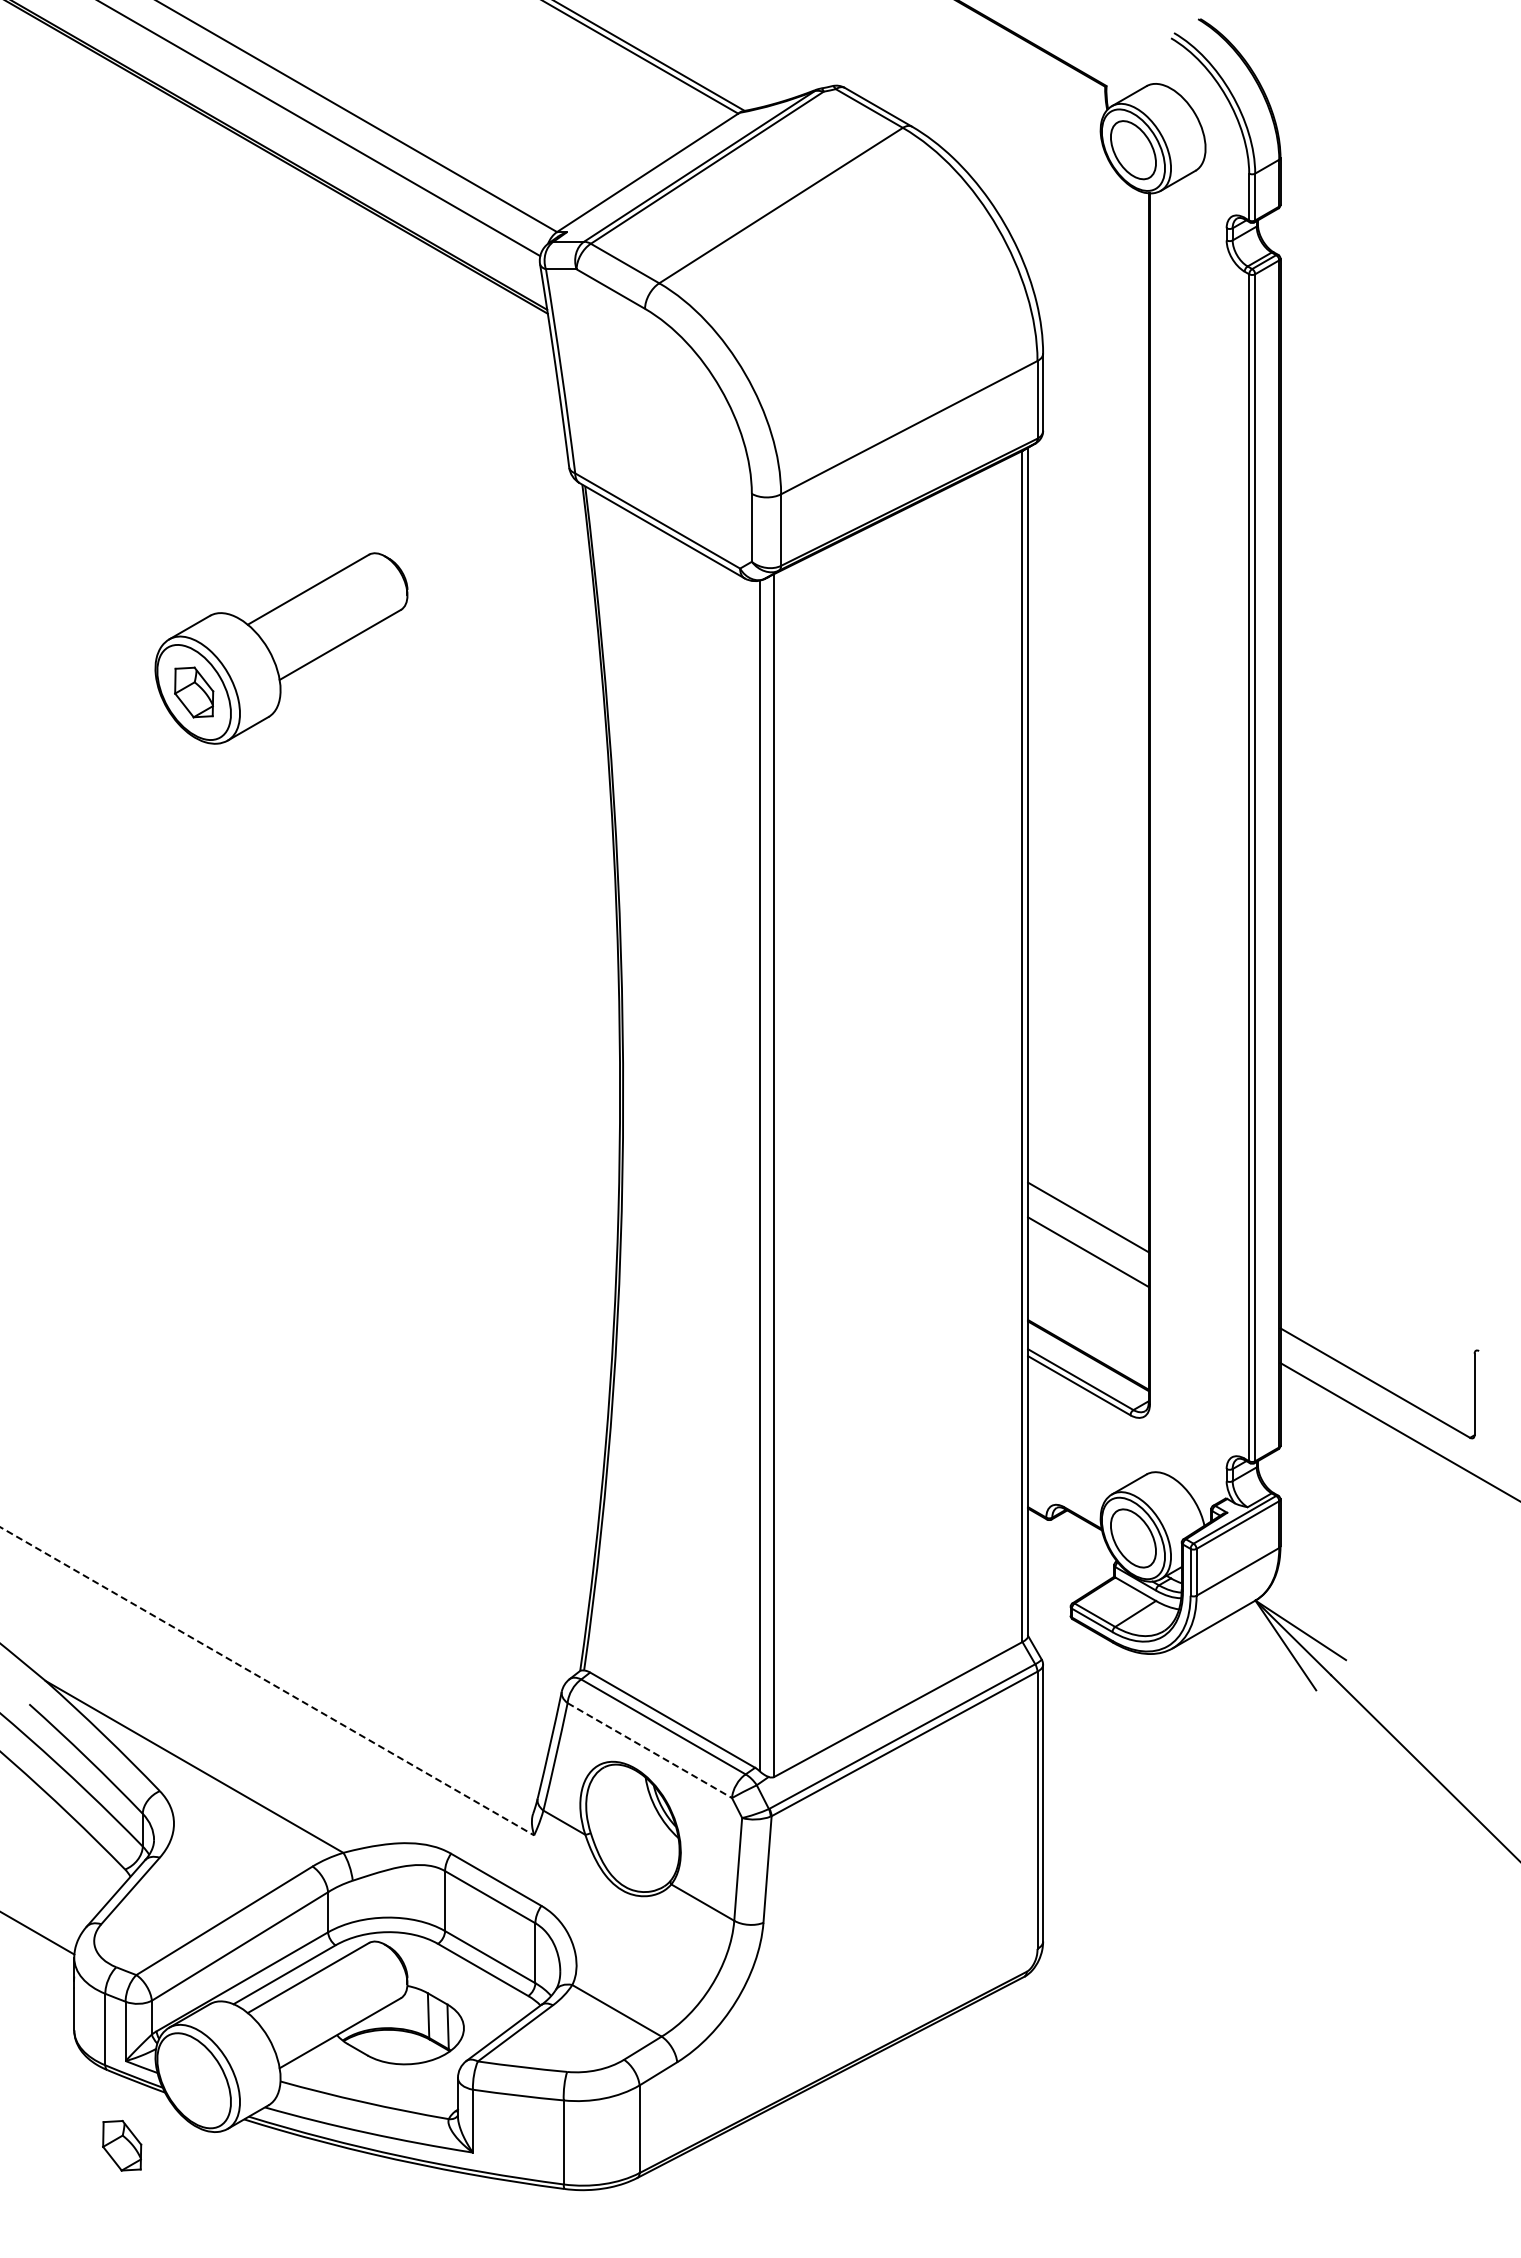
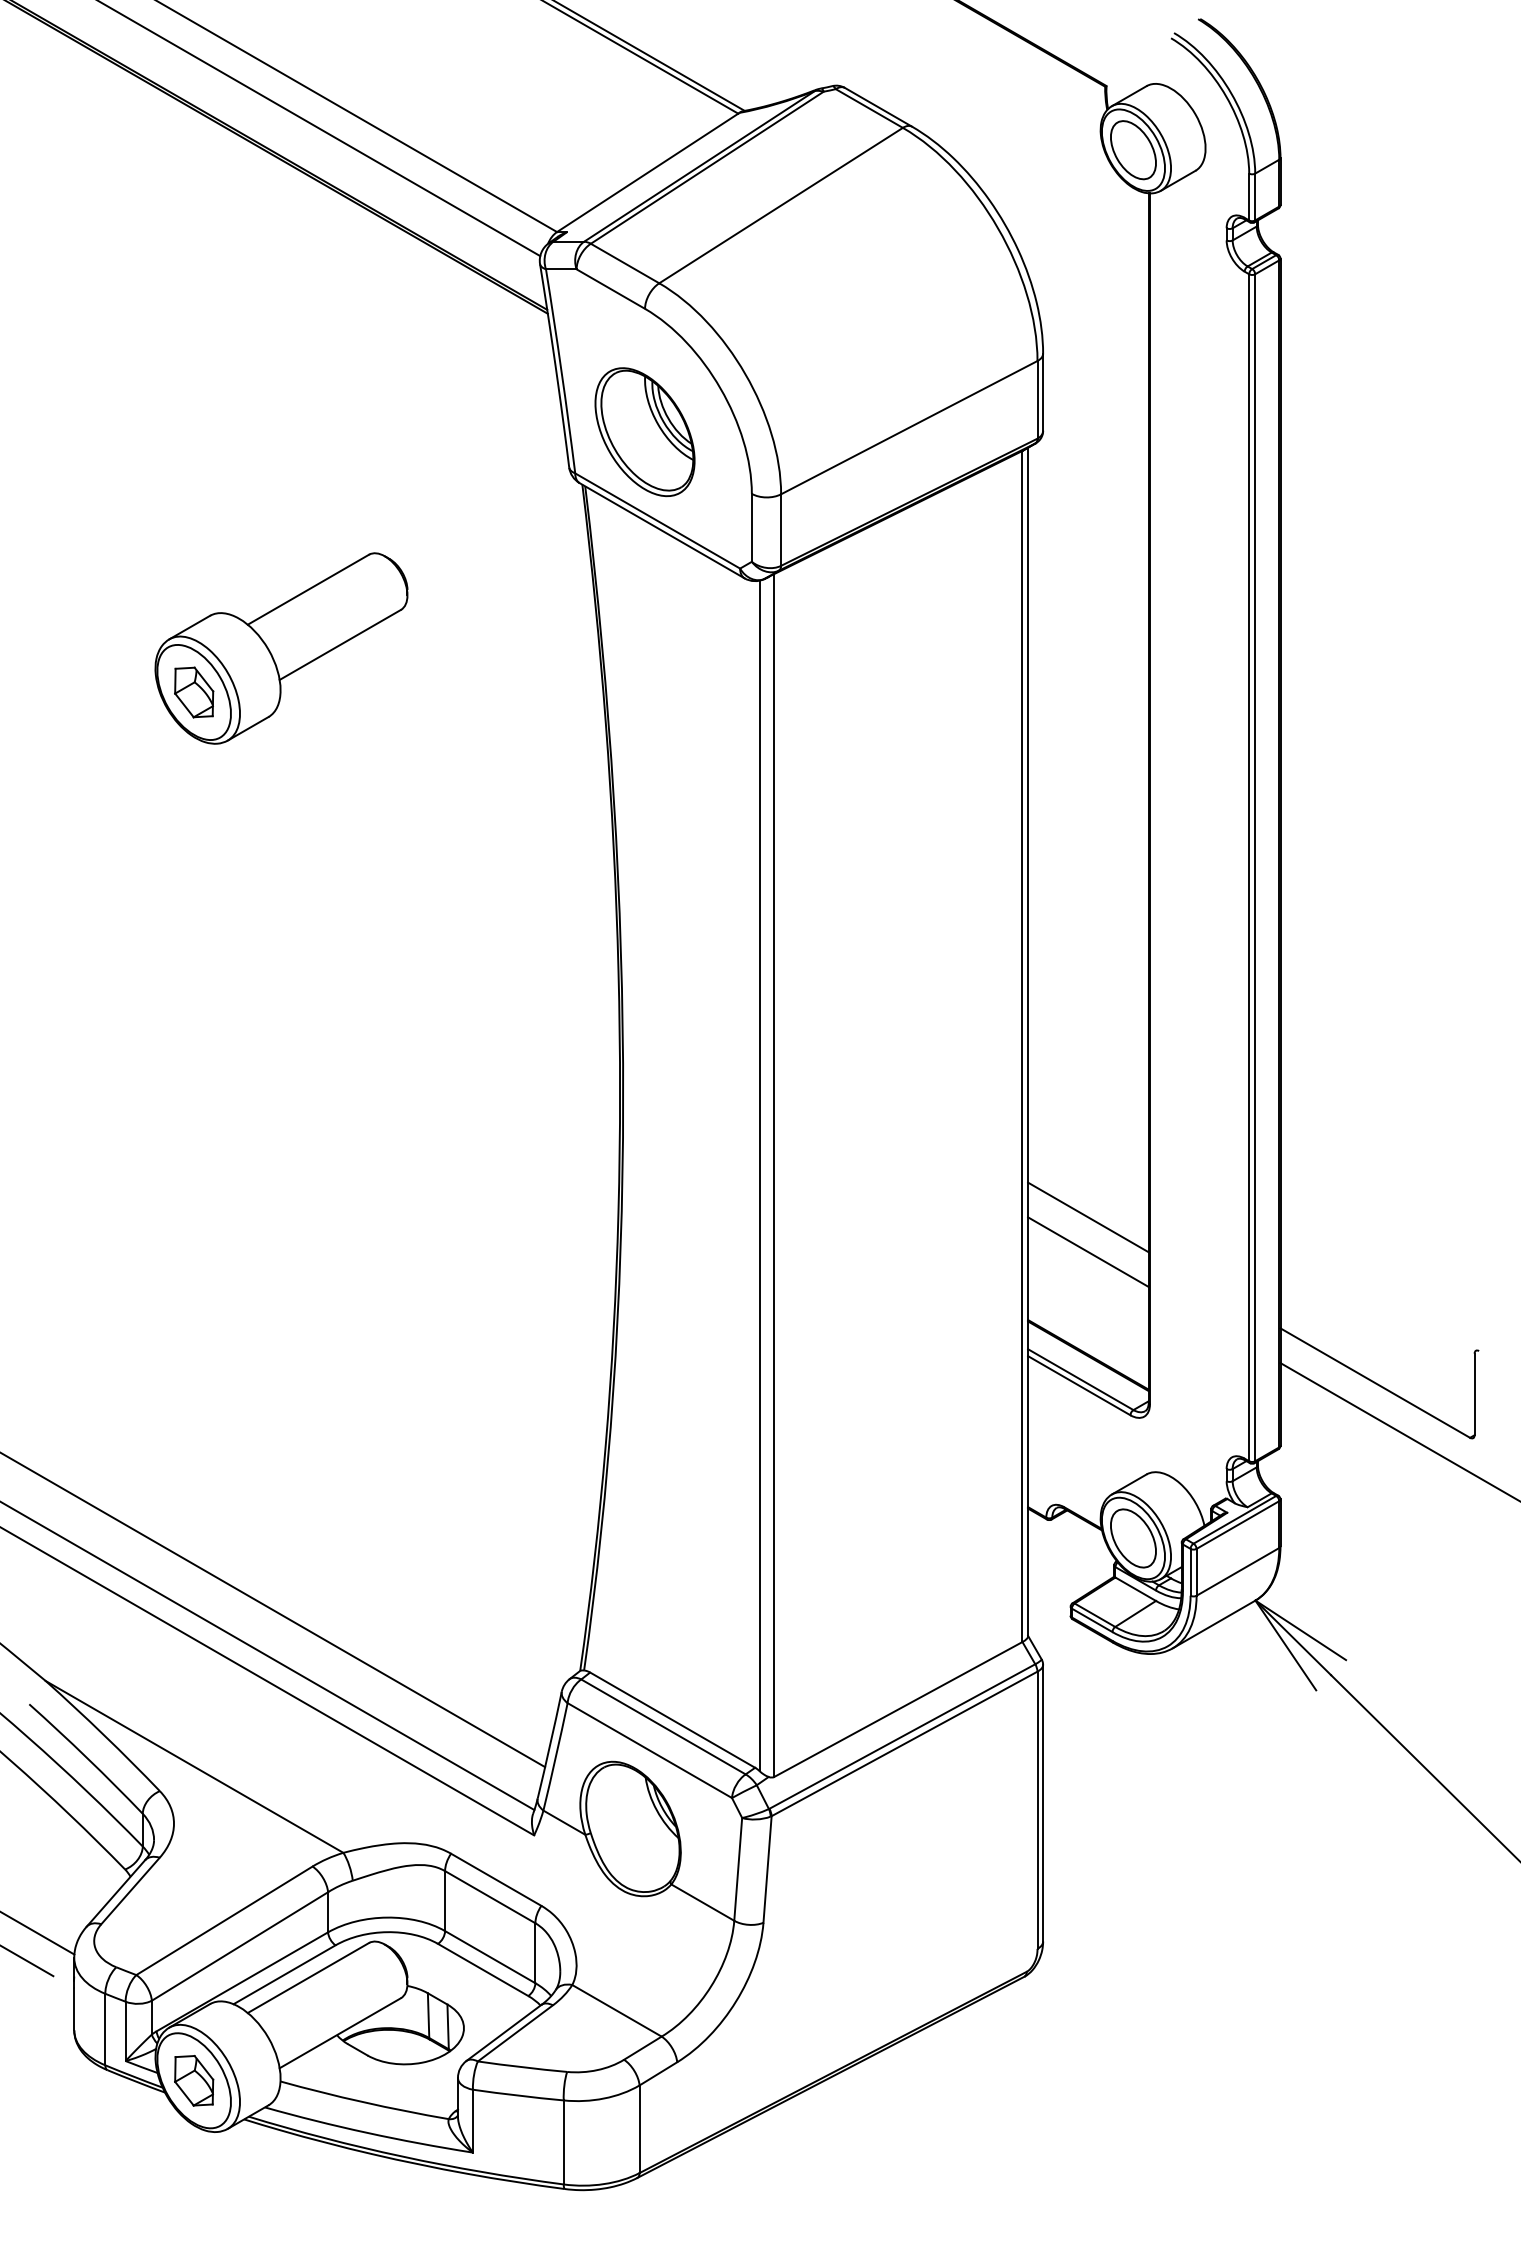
part at (644, 432): none -> present
line at (273, 1610): none -> present
line at (268, 1656): none -> present
line at (267, 1681): dashed -> solid
line at (649, 1750): dashed -> solid
line at (27, 1961): none -> present
part at (122, 2145) position: (122, 2145) -> (194, 2080)
